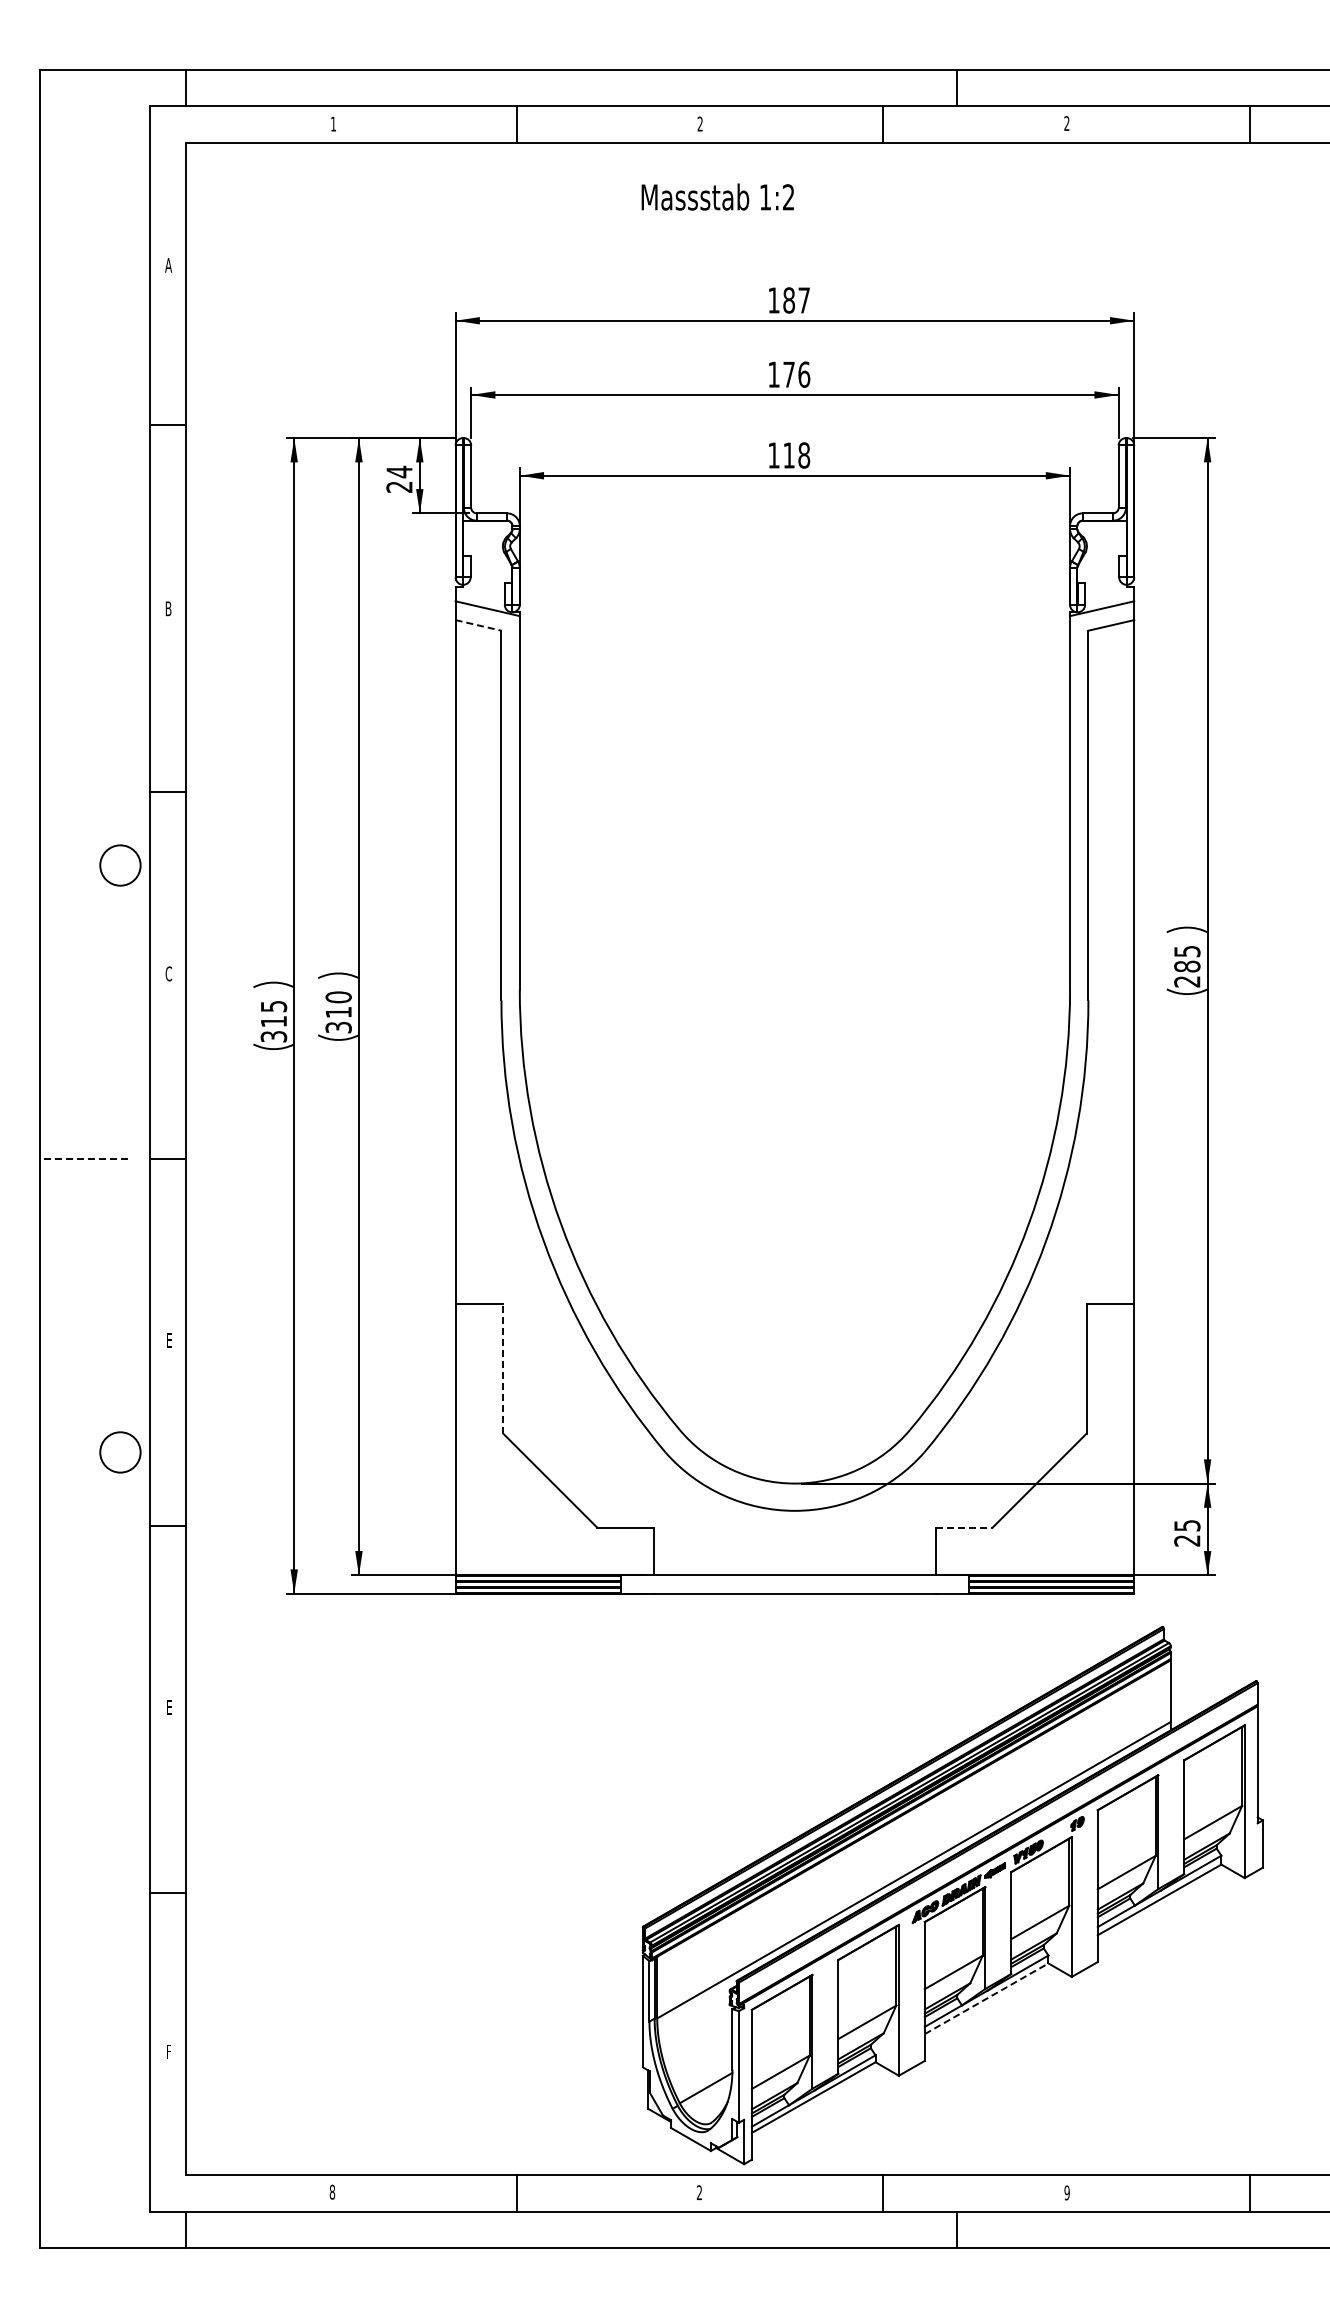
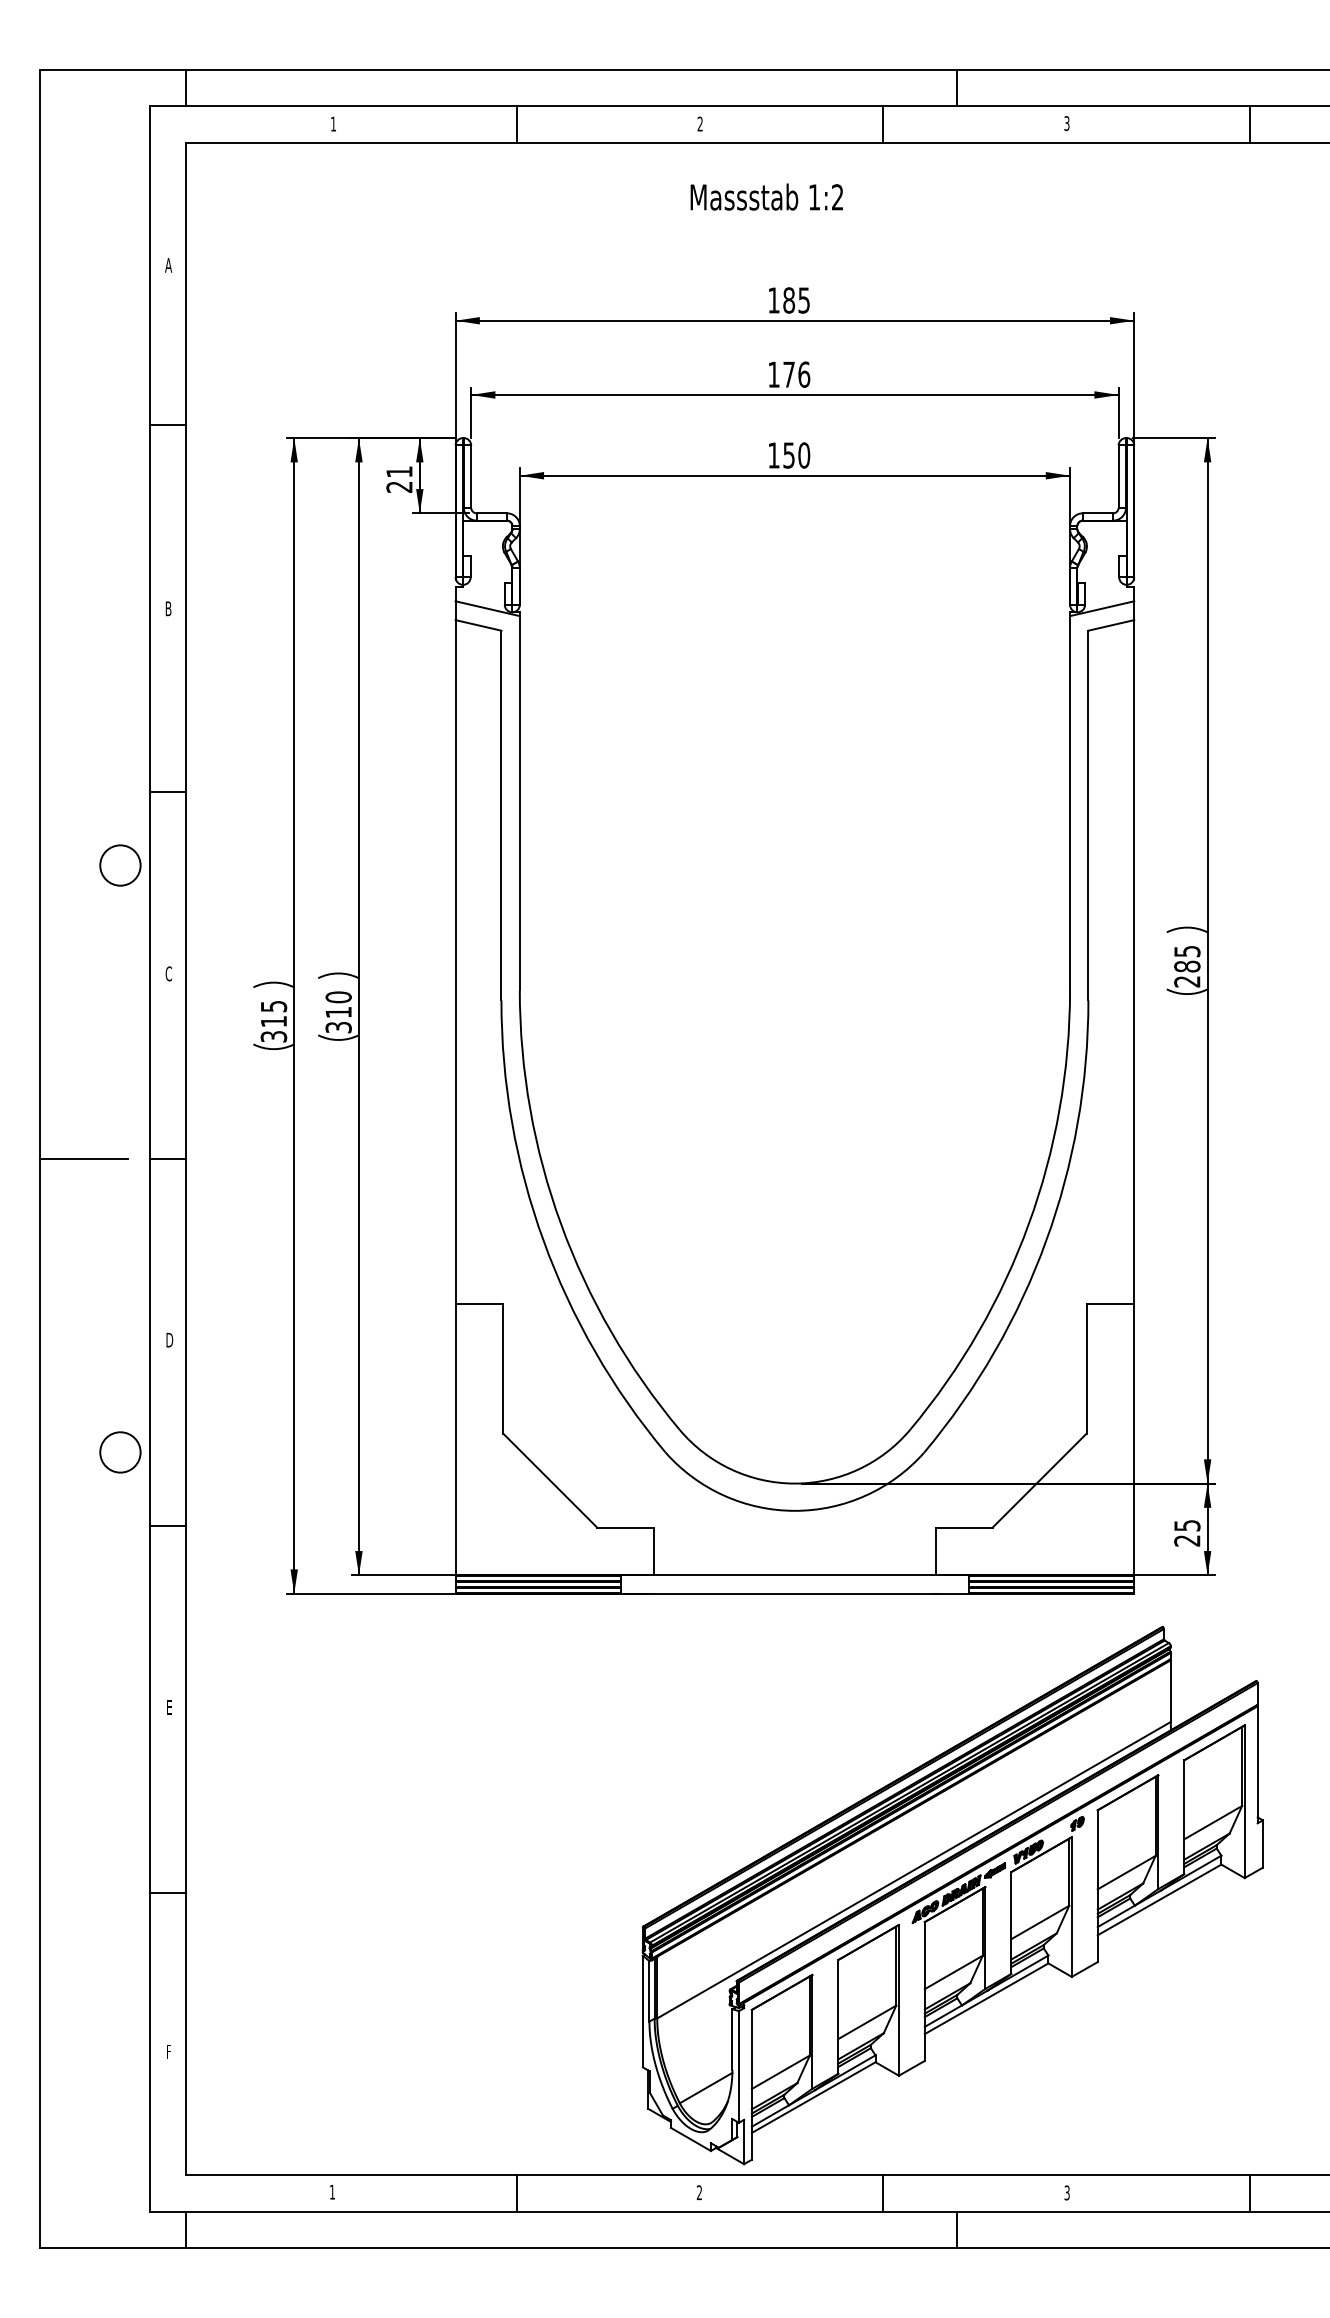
text at (1066, 123): 2 -> 3
text at (717, 196) position: (717, 196) -> (766, 196)
text at (803, 300): 187 -> 185
text at (796, 455): 118 -> 150
text at (399, 471): 24 -> 21
line at (478, 625): dashed -> solid
line at (83, 1159): dashed -> solid
text at (169, 1339): E -> D
line at (503, 1368): dashed -> solid
line at (964, 1527): dashed -> solid
line at (987, 1998): dashed -> solid
text at (332, 2191): 8 -> 1
text at (1066, 2192): 9 -> 3
